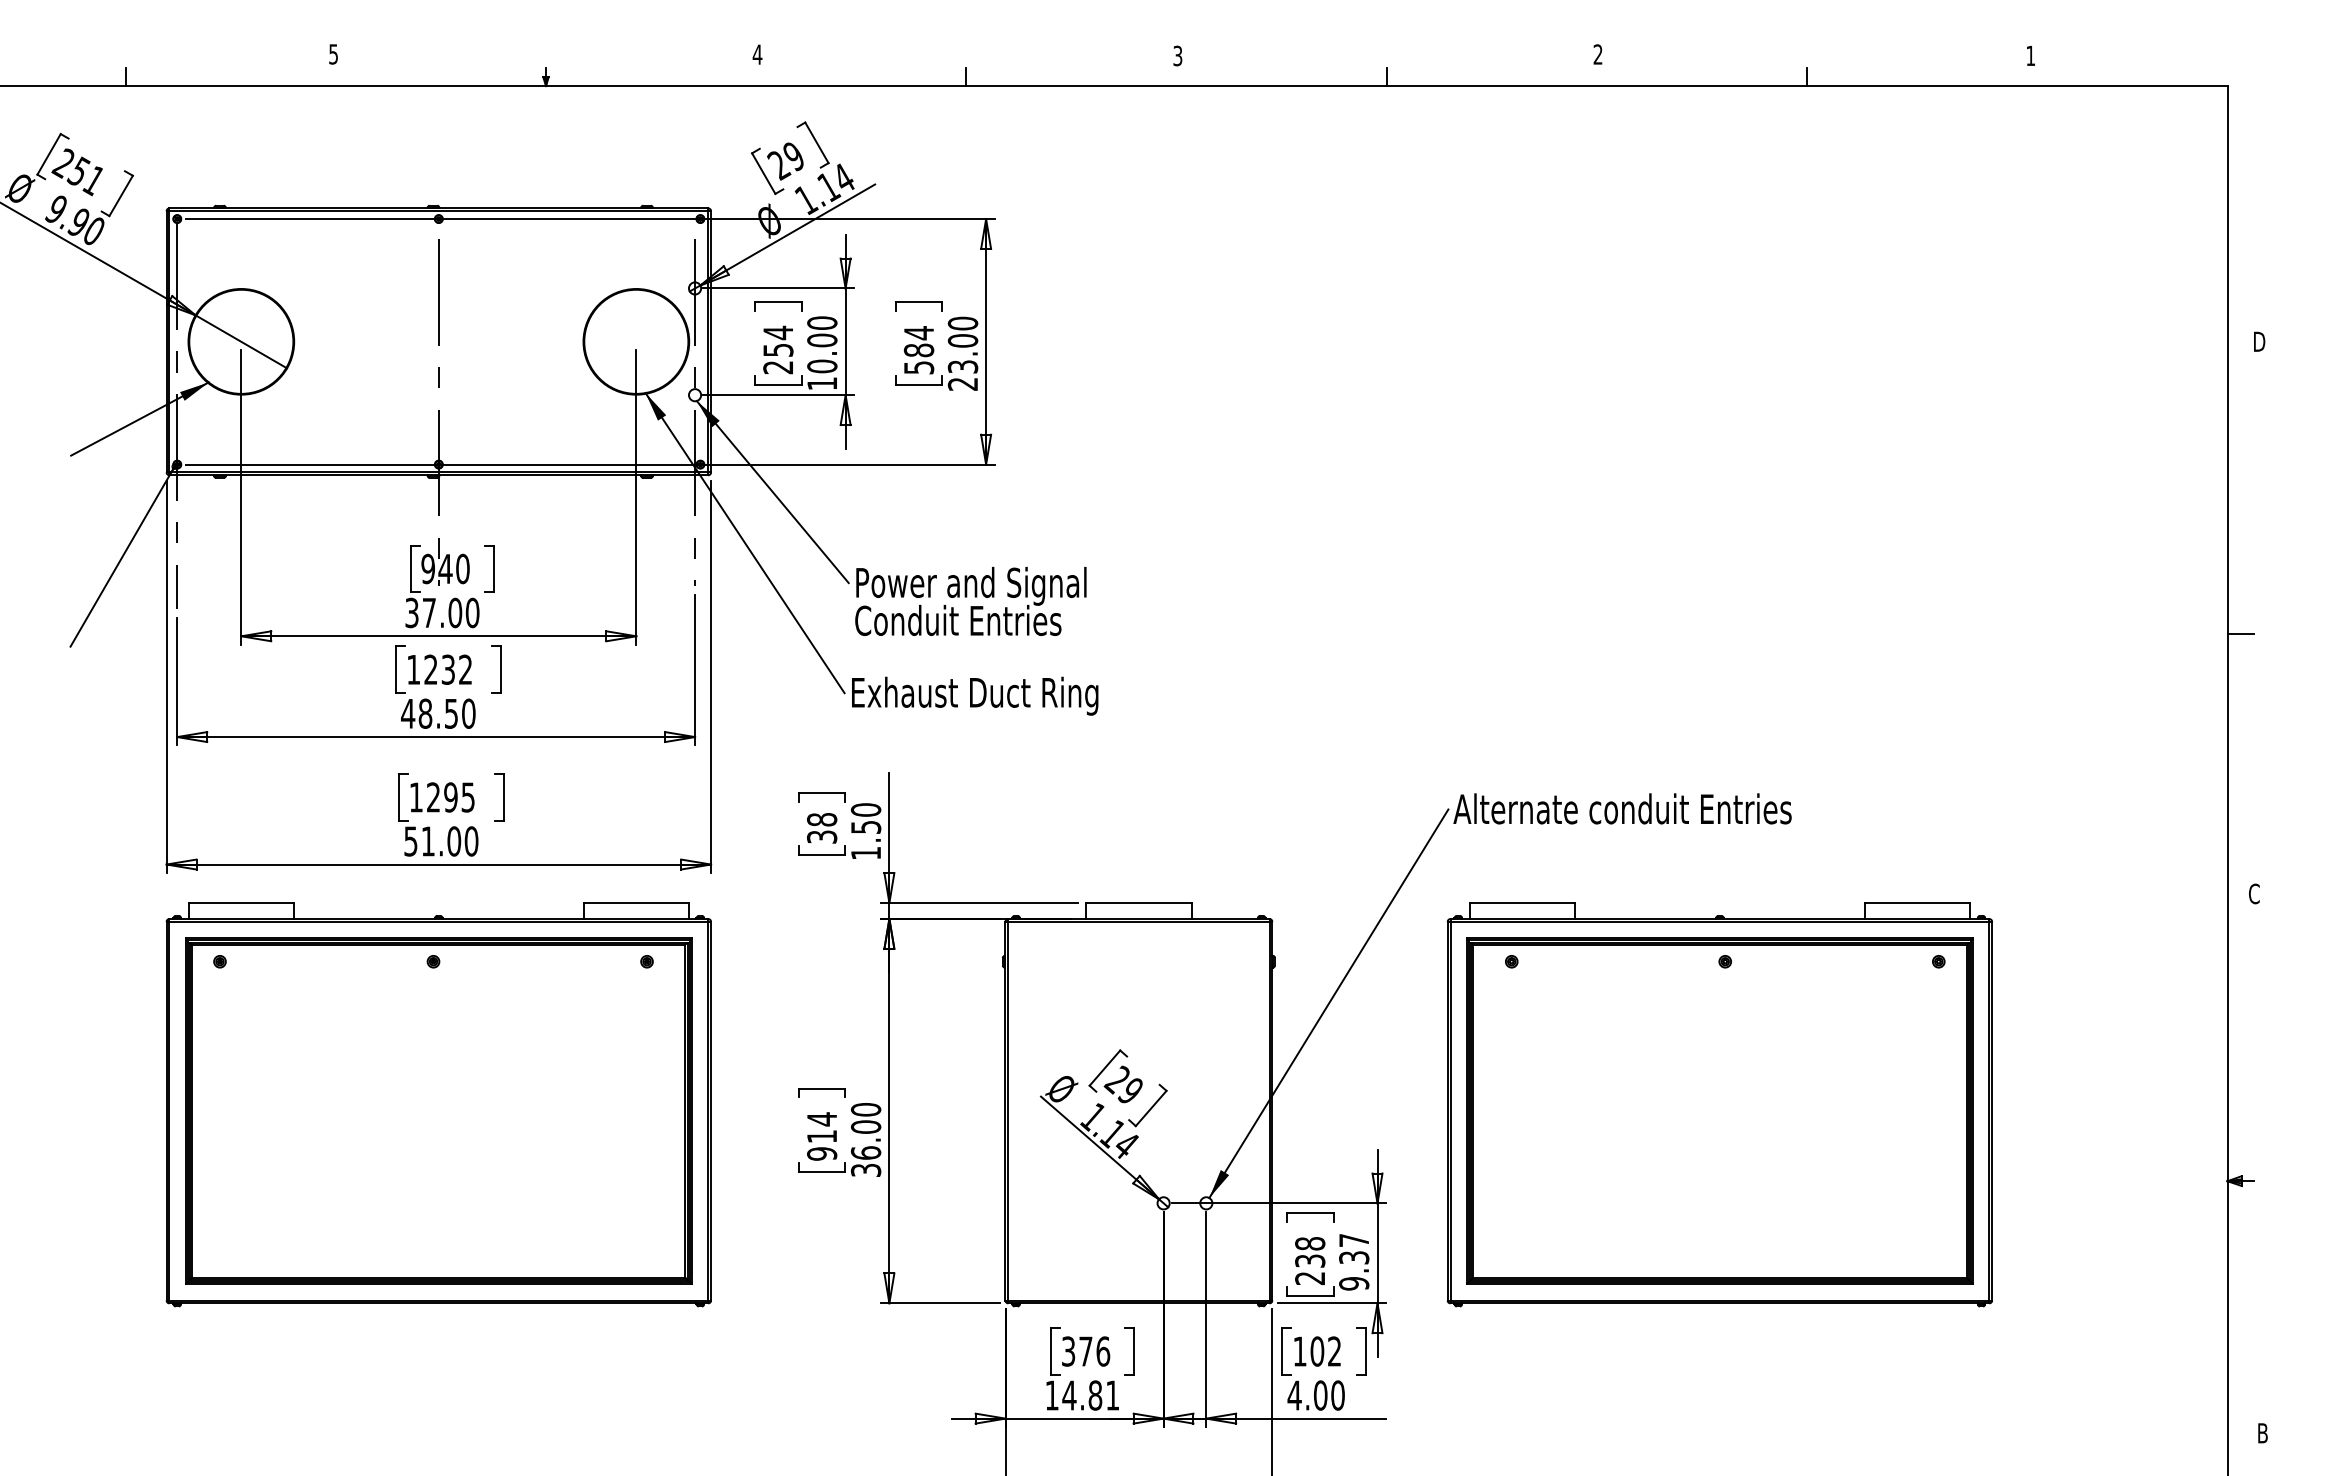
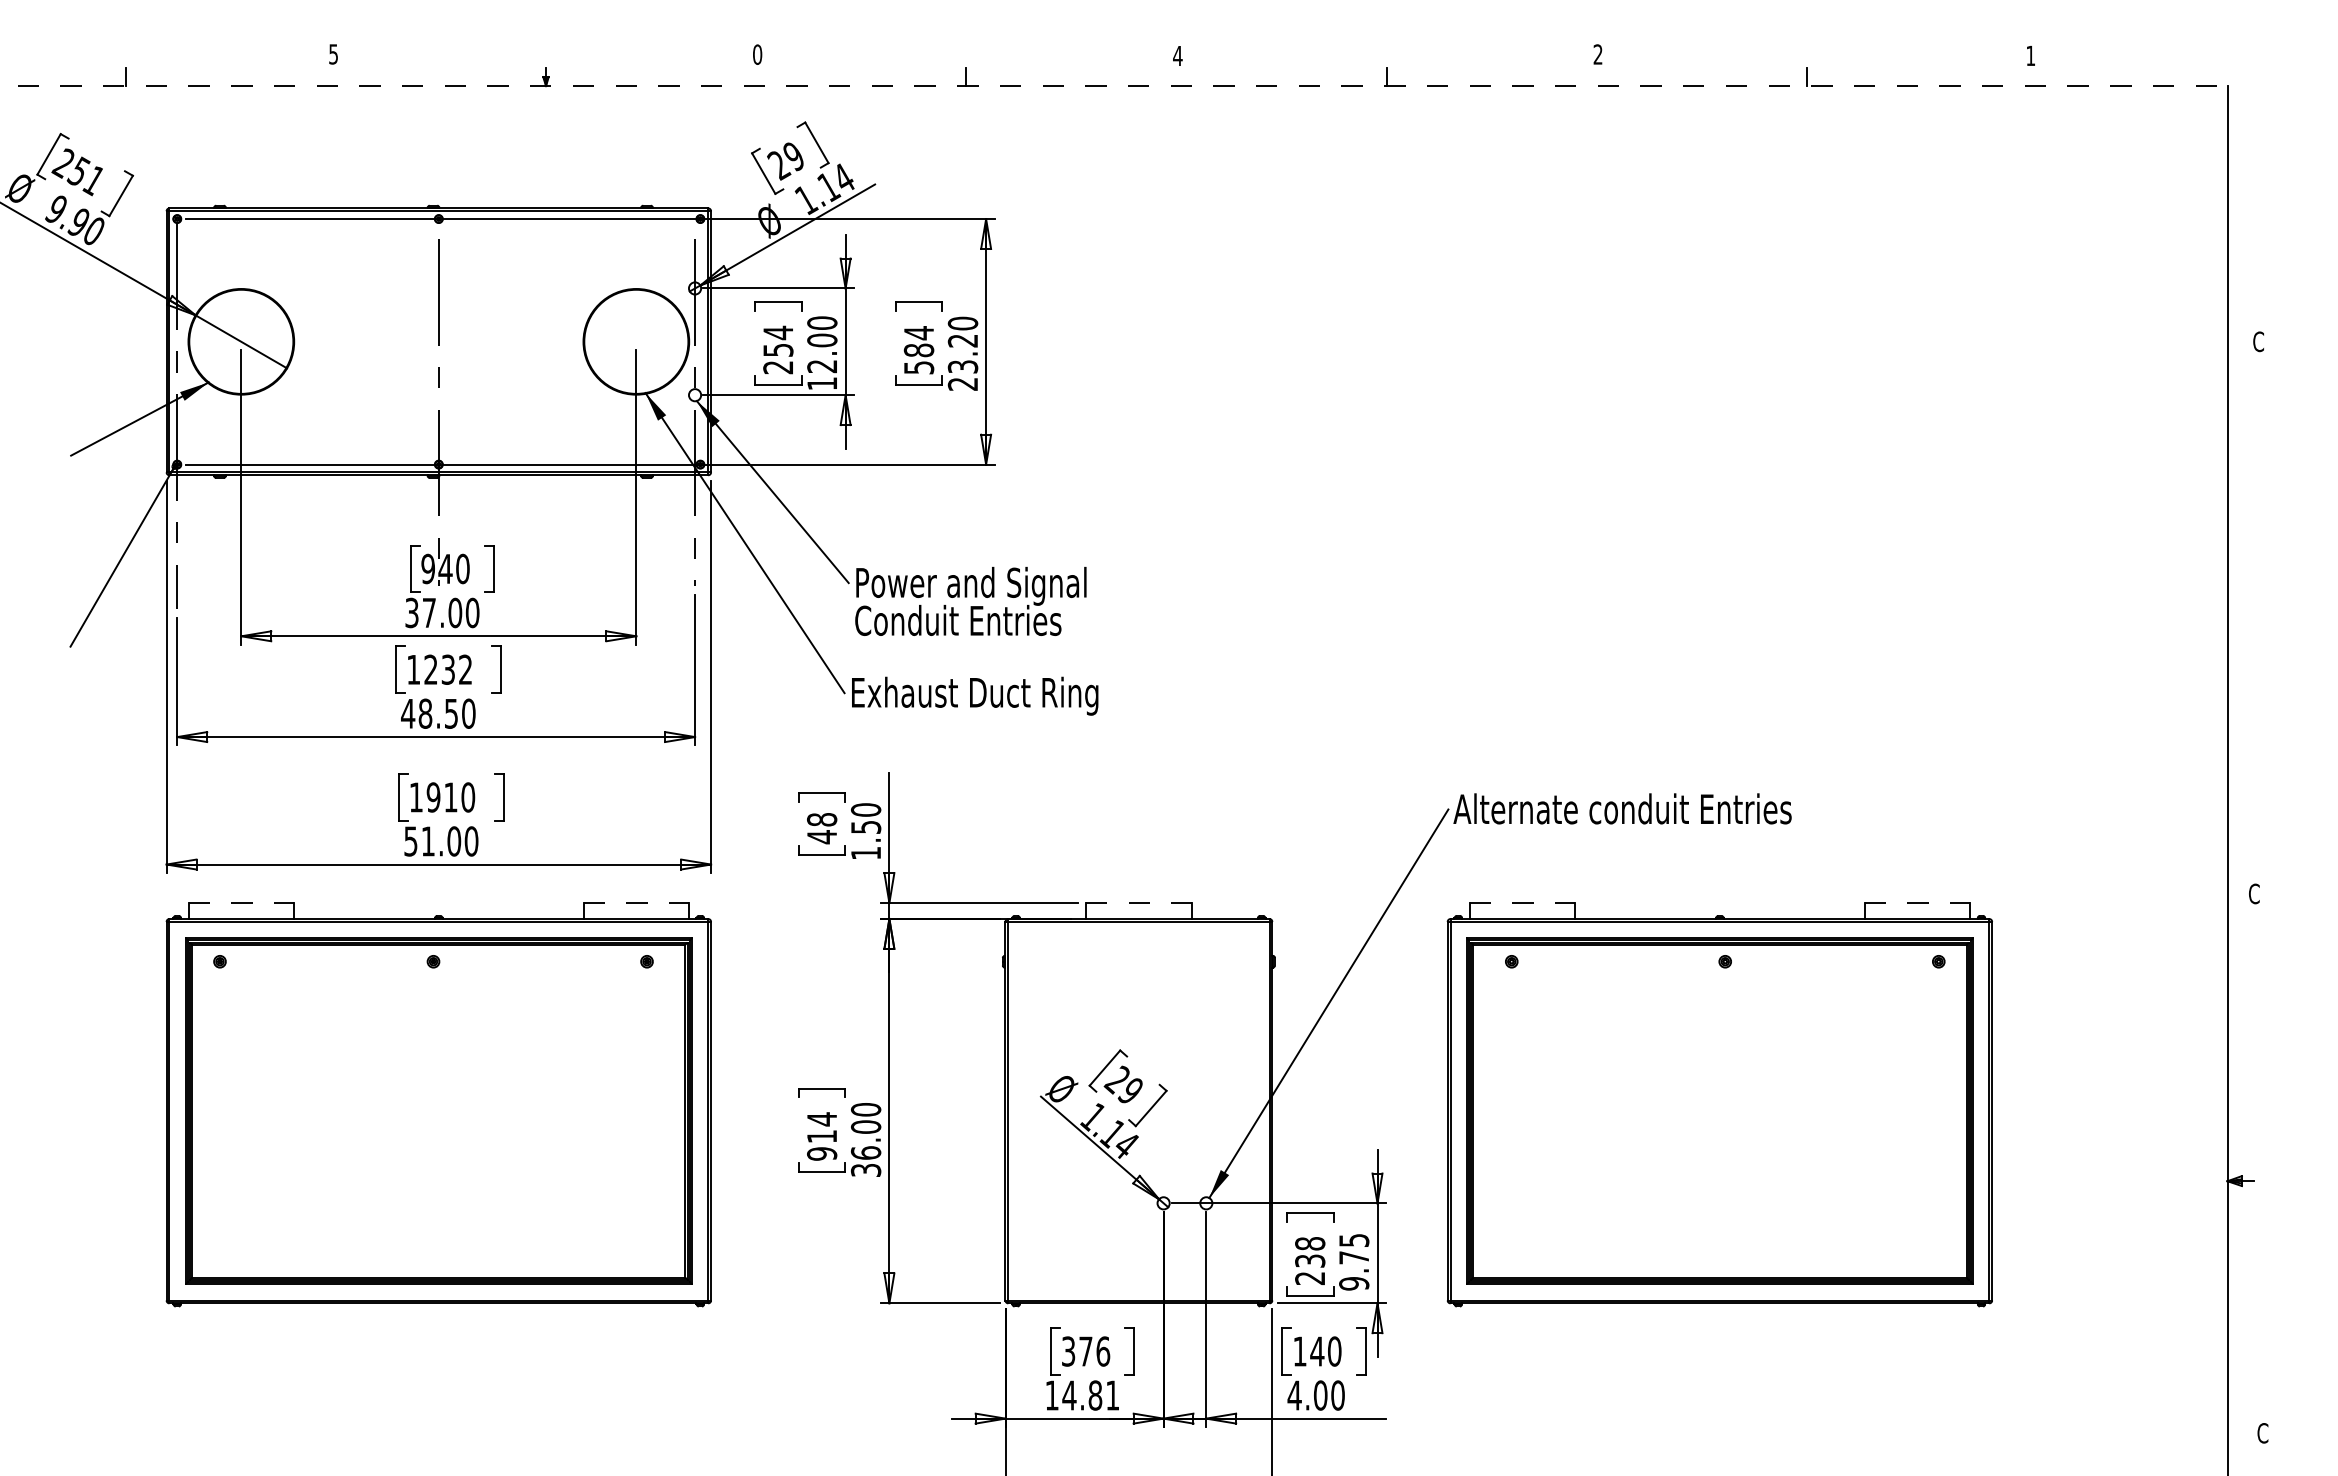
text at (757, 54): 4 -> 0
text at (1177, 55): 3 -> 4
line at (1114, 86): solid -> dashed
text at (962, 340): 23.00 -> 23.20
text at (2259, 341): D -> C
text at (822, 366): 10.00 -> 12.00
line at (2240, 634): present -> none
text at (450, 797): 1295 -> 1910
text at (822, 837): 38 -> 48
line at (241, 903): solid -> dashed
line at (636, 903): solid -> dashed
line at (1138, 903): solid -> dashed
line at (1522, 903): solid -> dashed
line at (1917, 903): solid -> dashed
text at (1354, 1249): 9.37 -> 9.75
text at (1325, 1351): 102 -> 140
text at (2262, 1433): B -> C
